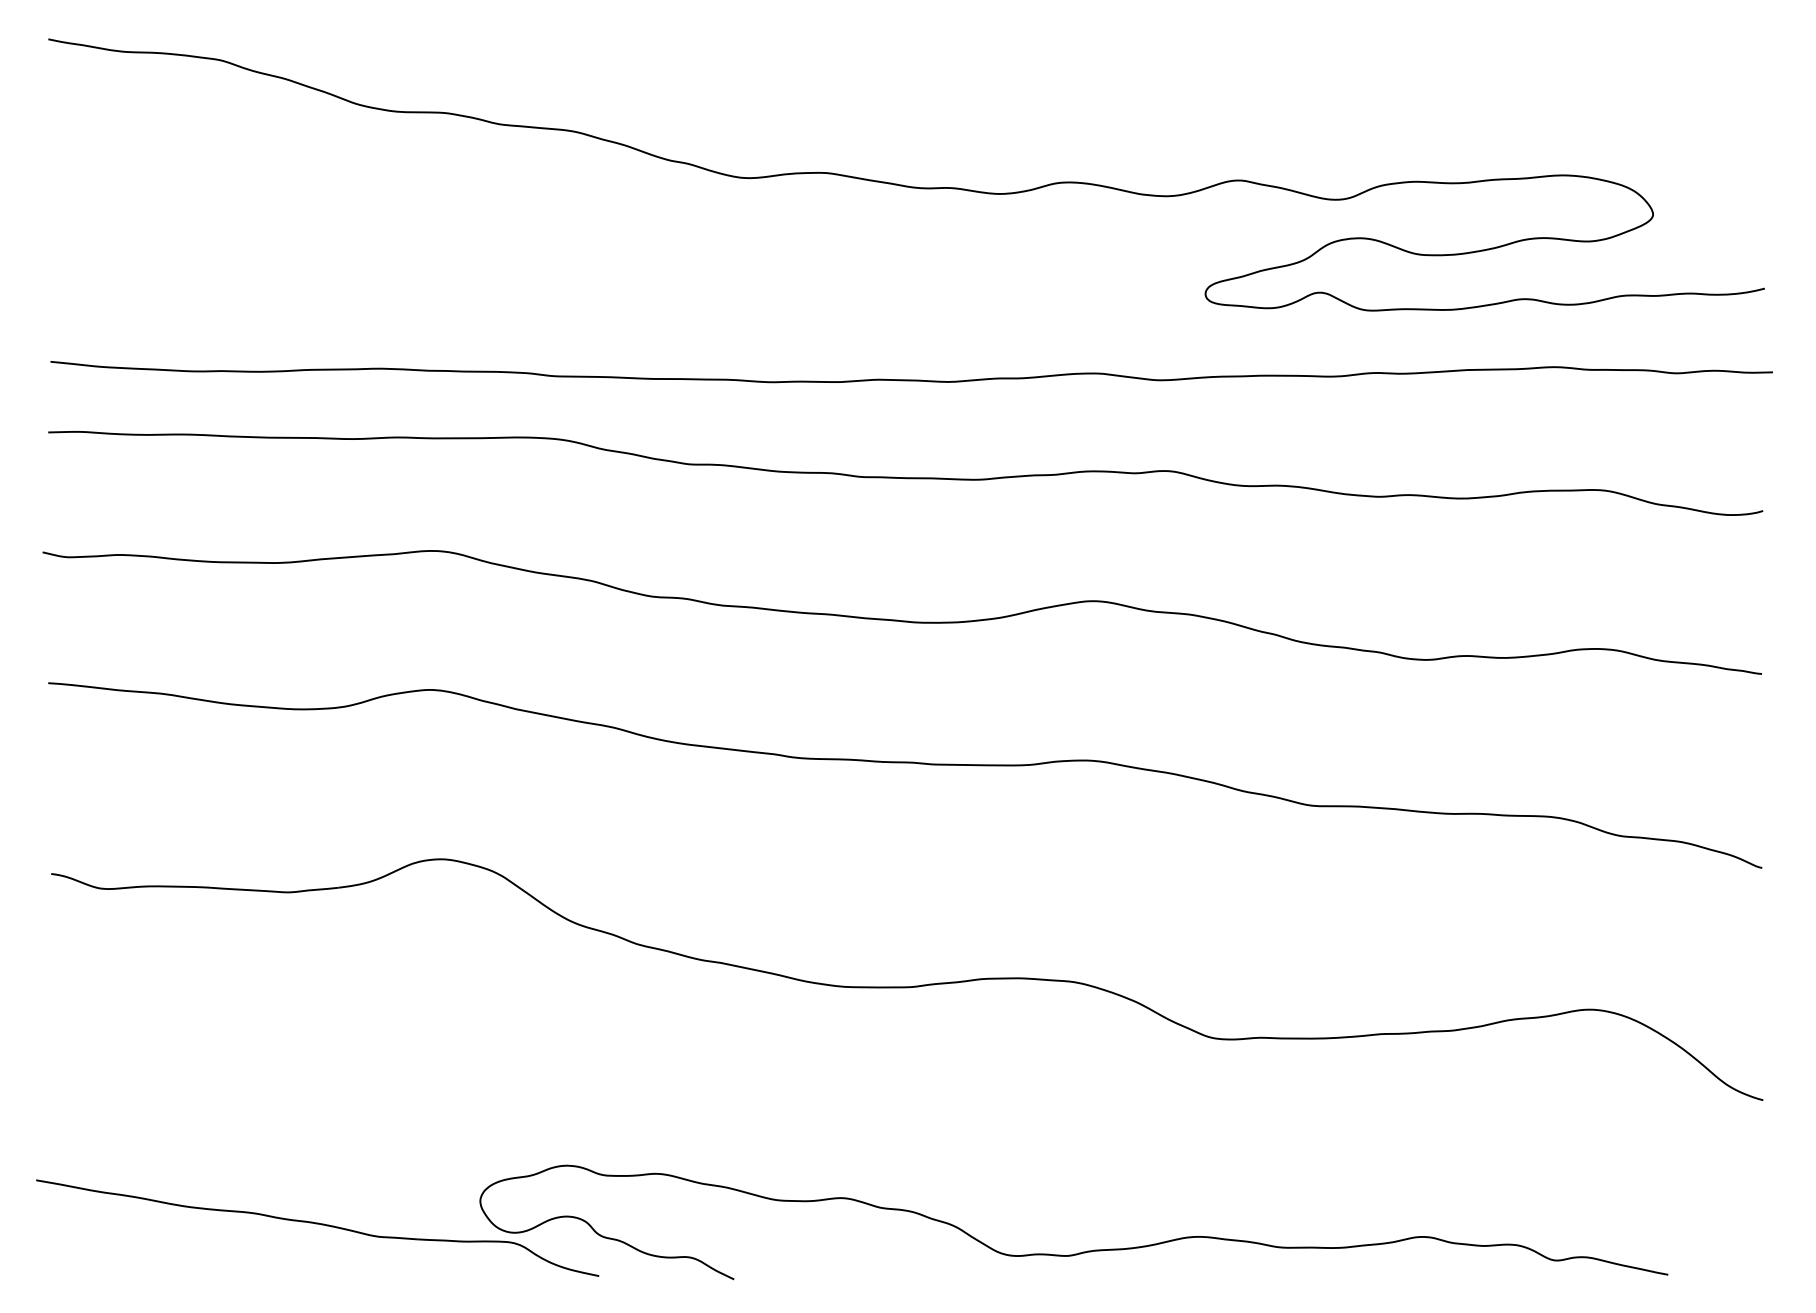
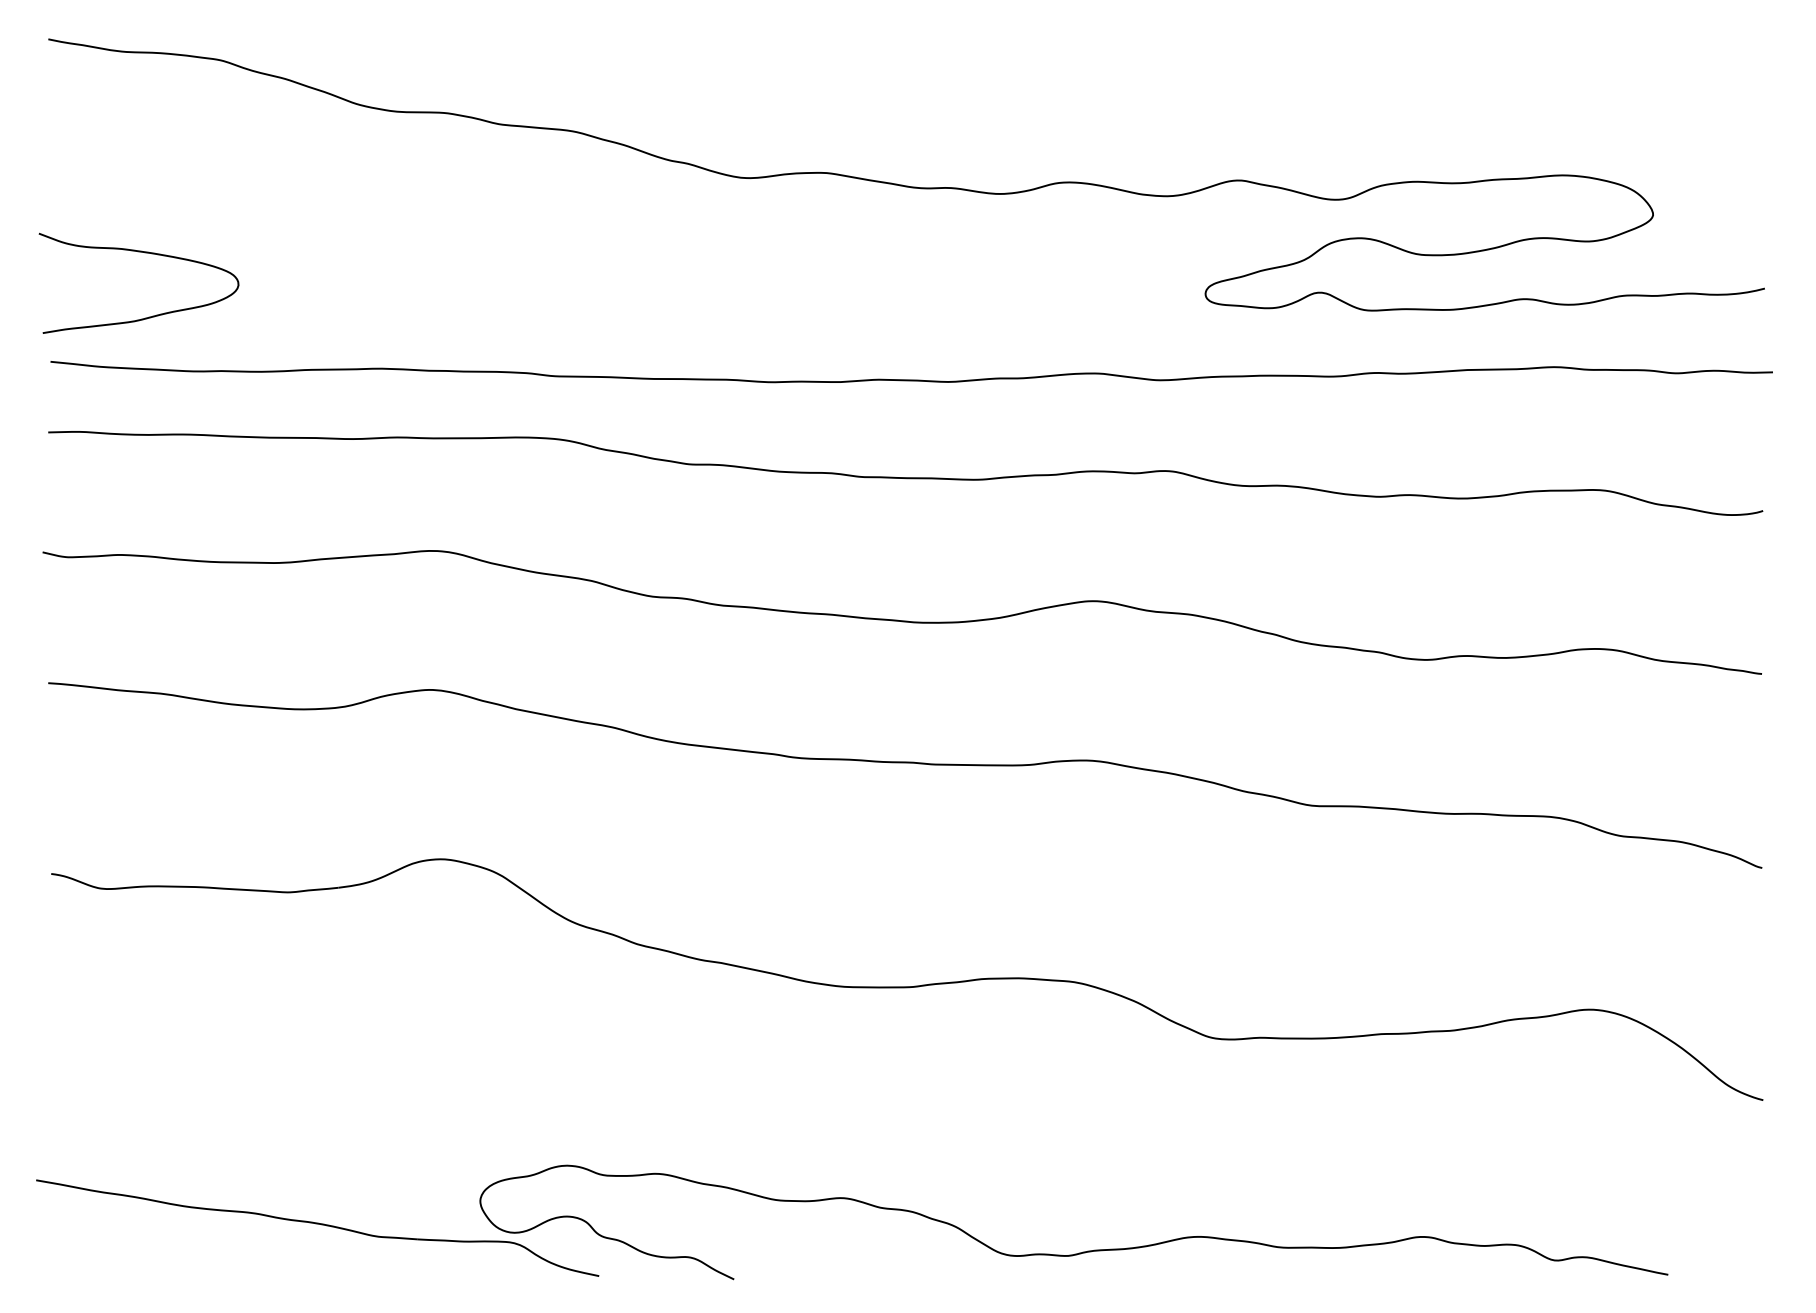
curve at (144, 253): none -> present
